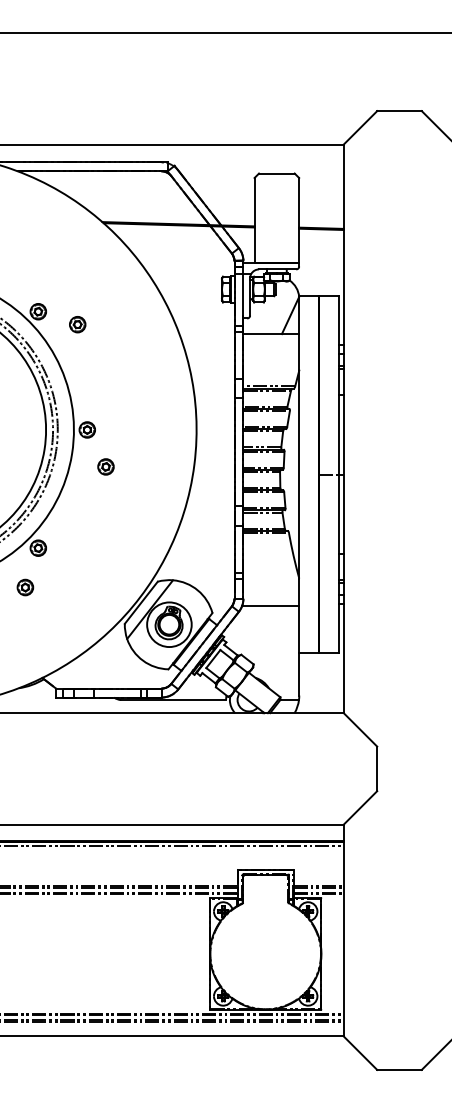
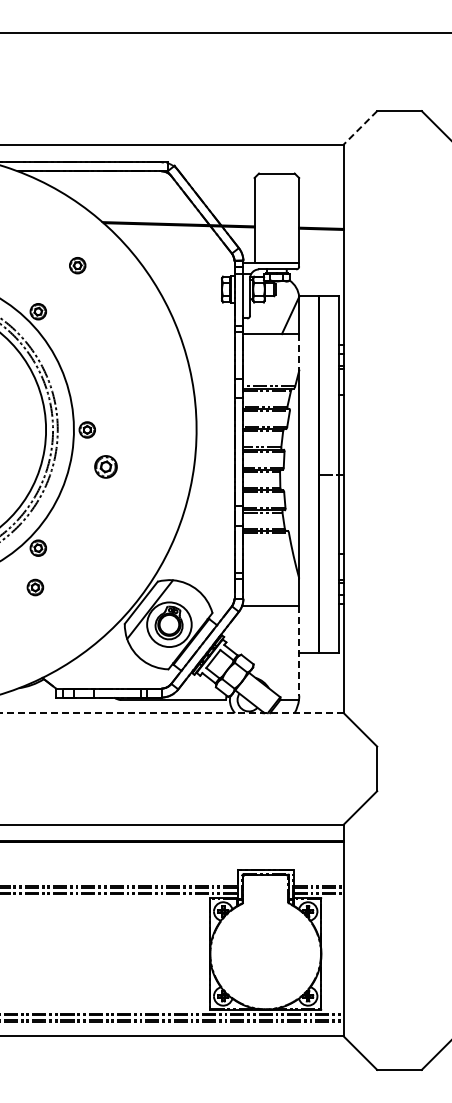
line at (360, 127): solid -> dashed
part at (77, 324) position: (77, 324) -> (77, 265)
line at (299, 352): solid -> dashed
part at (105, 466) size: 18x18 px -> 24x24 px
part at (25, 587) position: (25, 587) -> (35, 587)
line at (299, 650): solid -> dashed
line at (171, 713): solid -> dashed
line at (172, 846): present -> none
